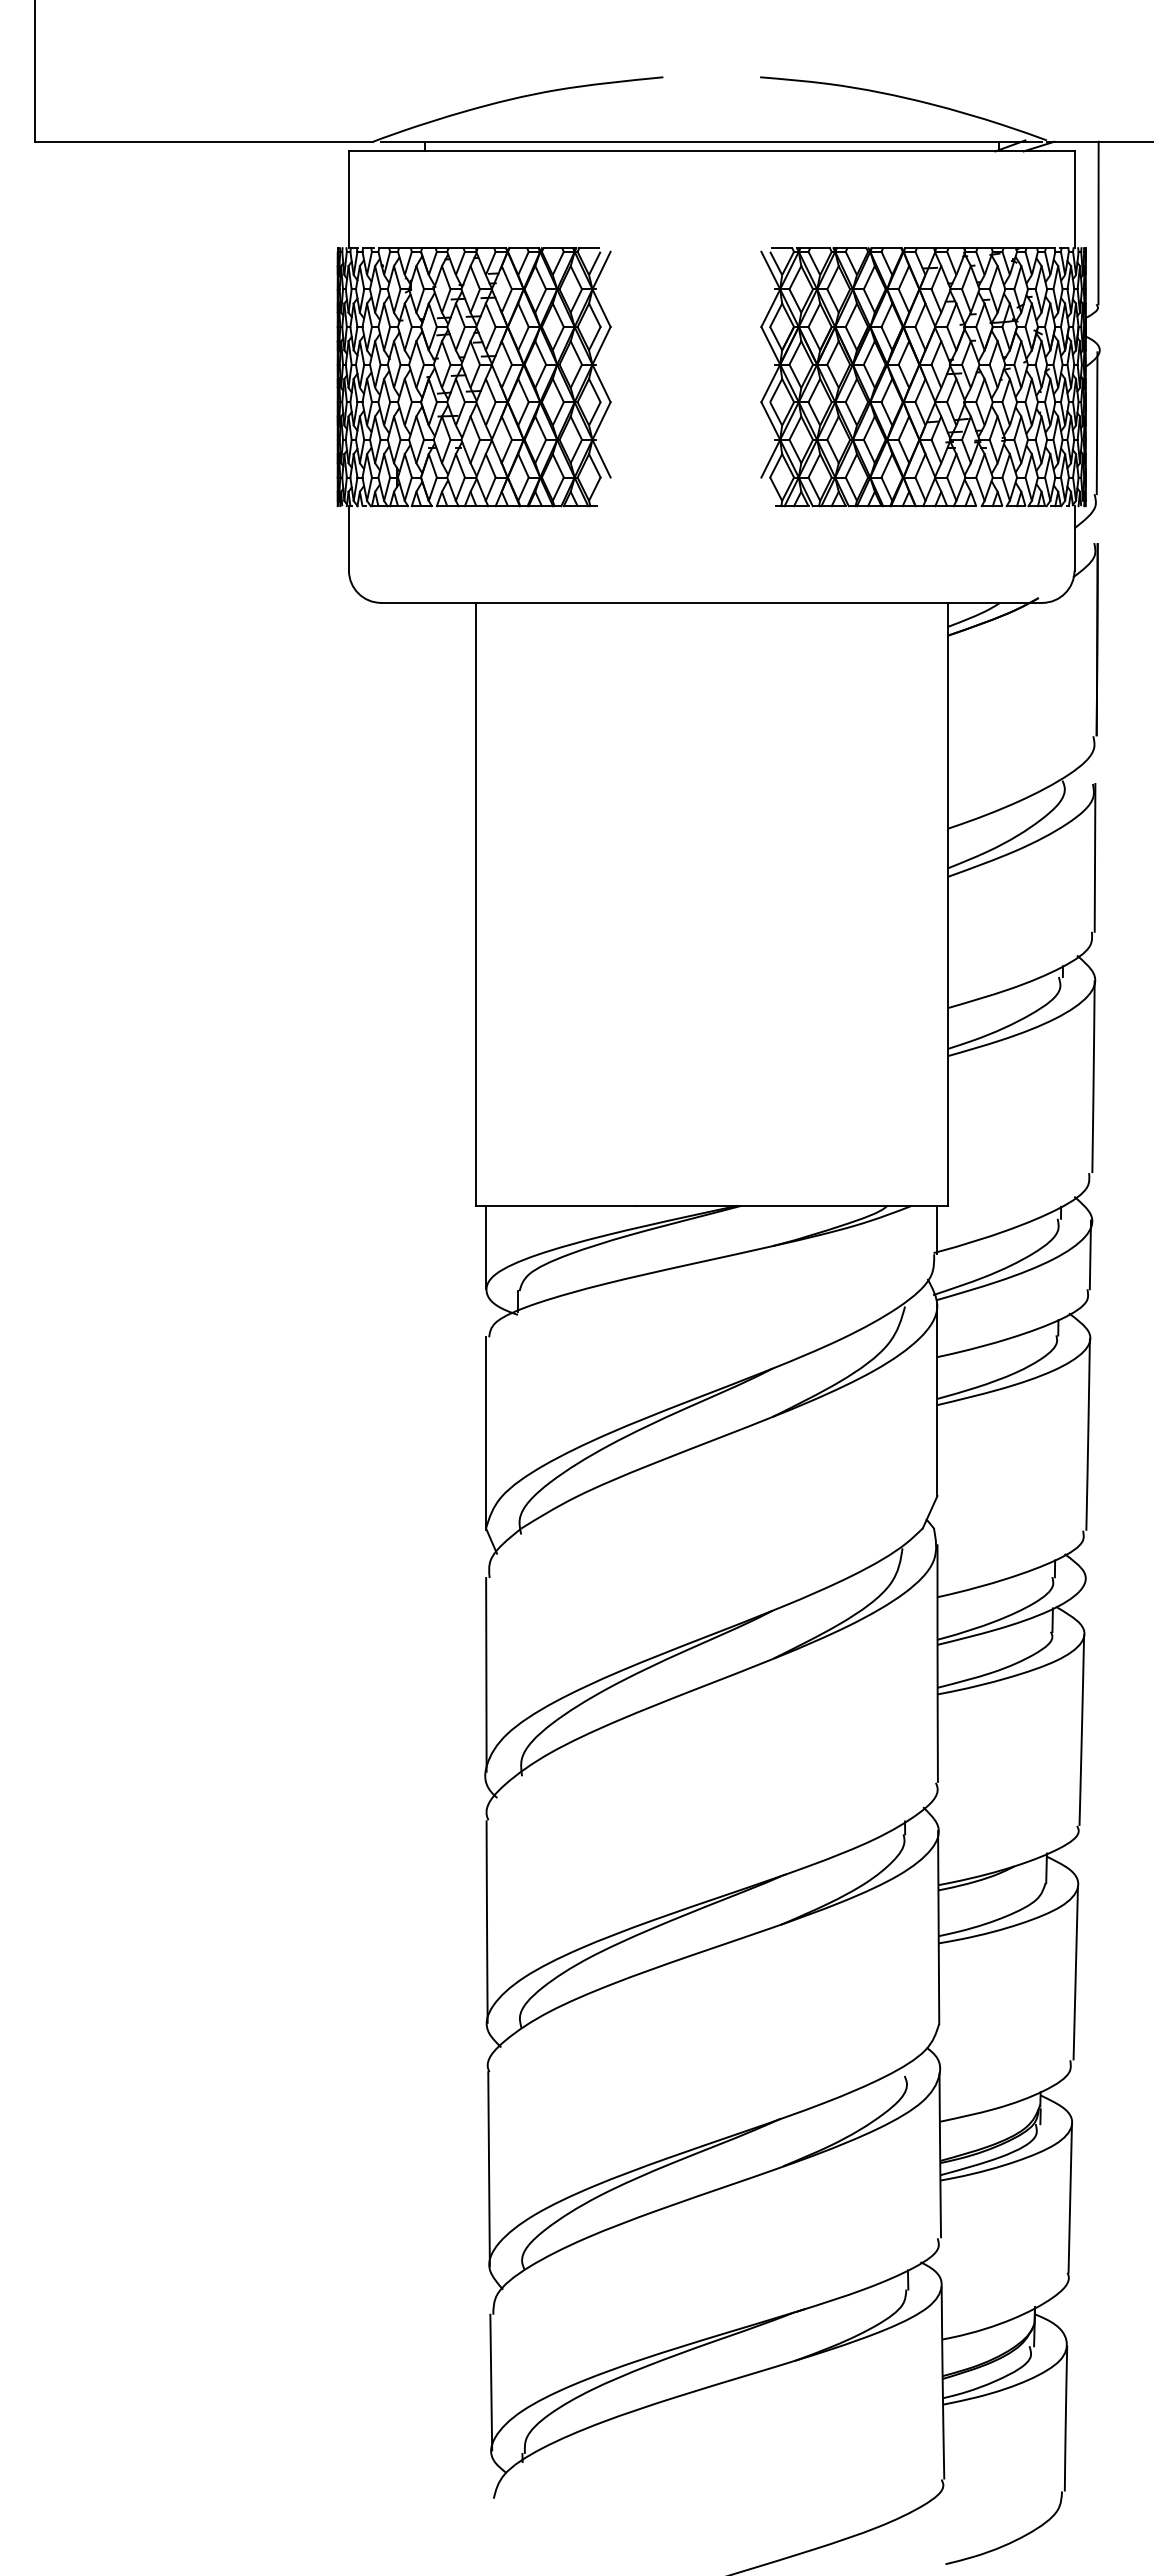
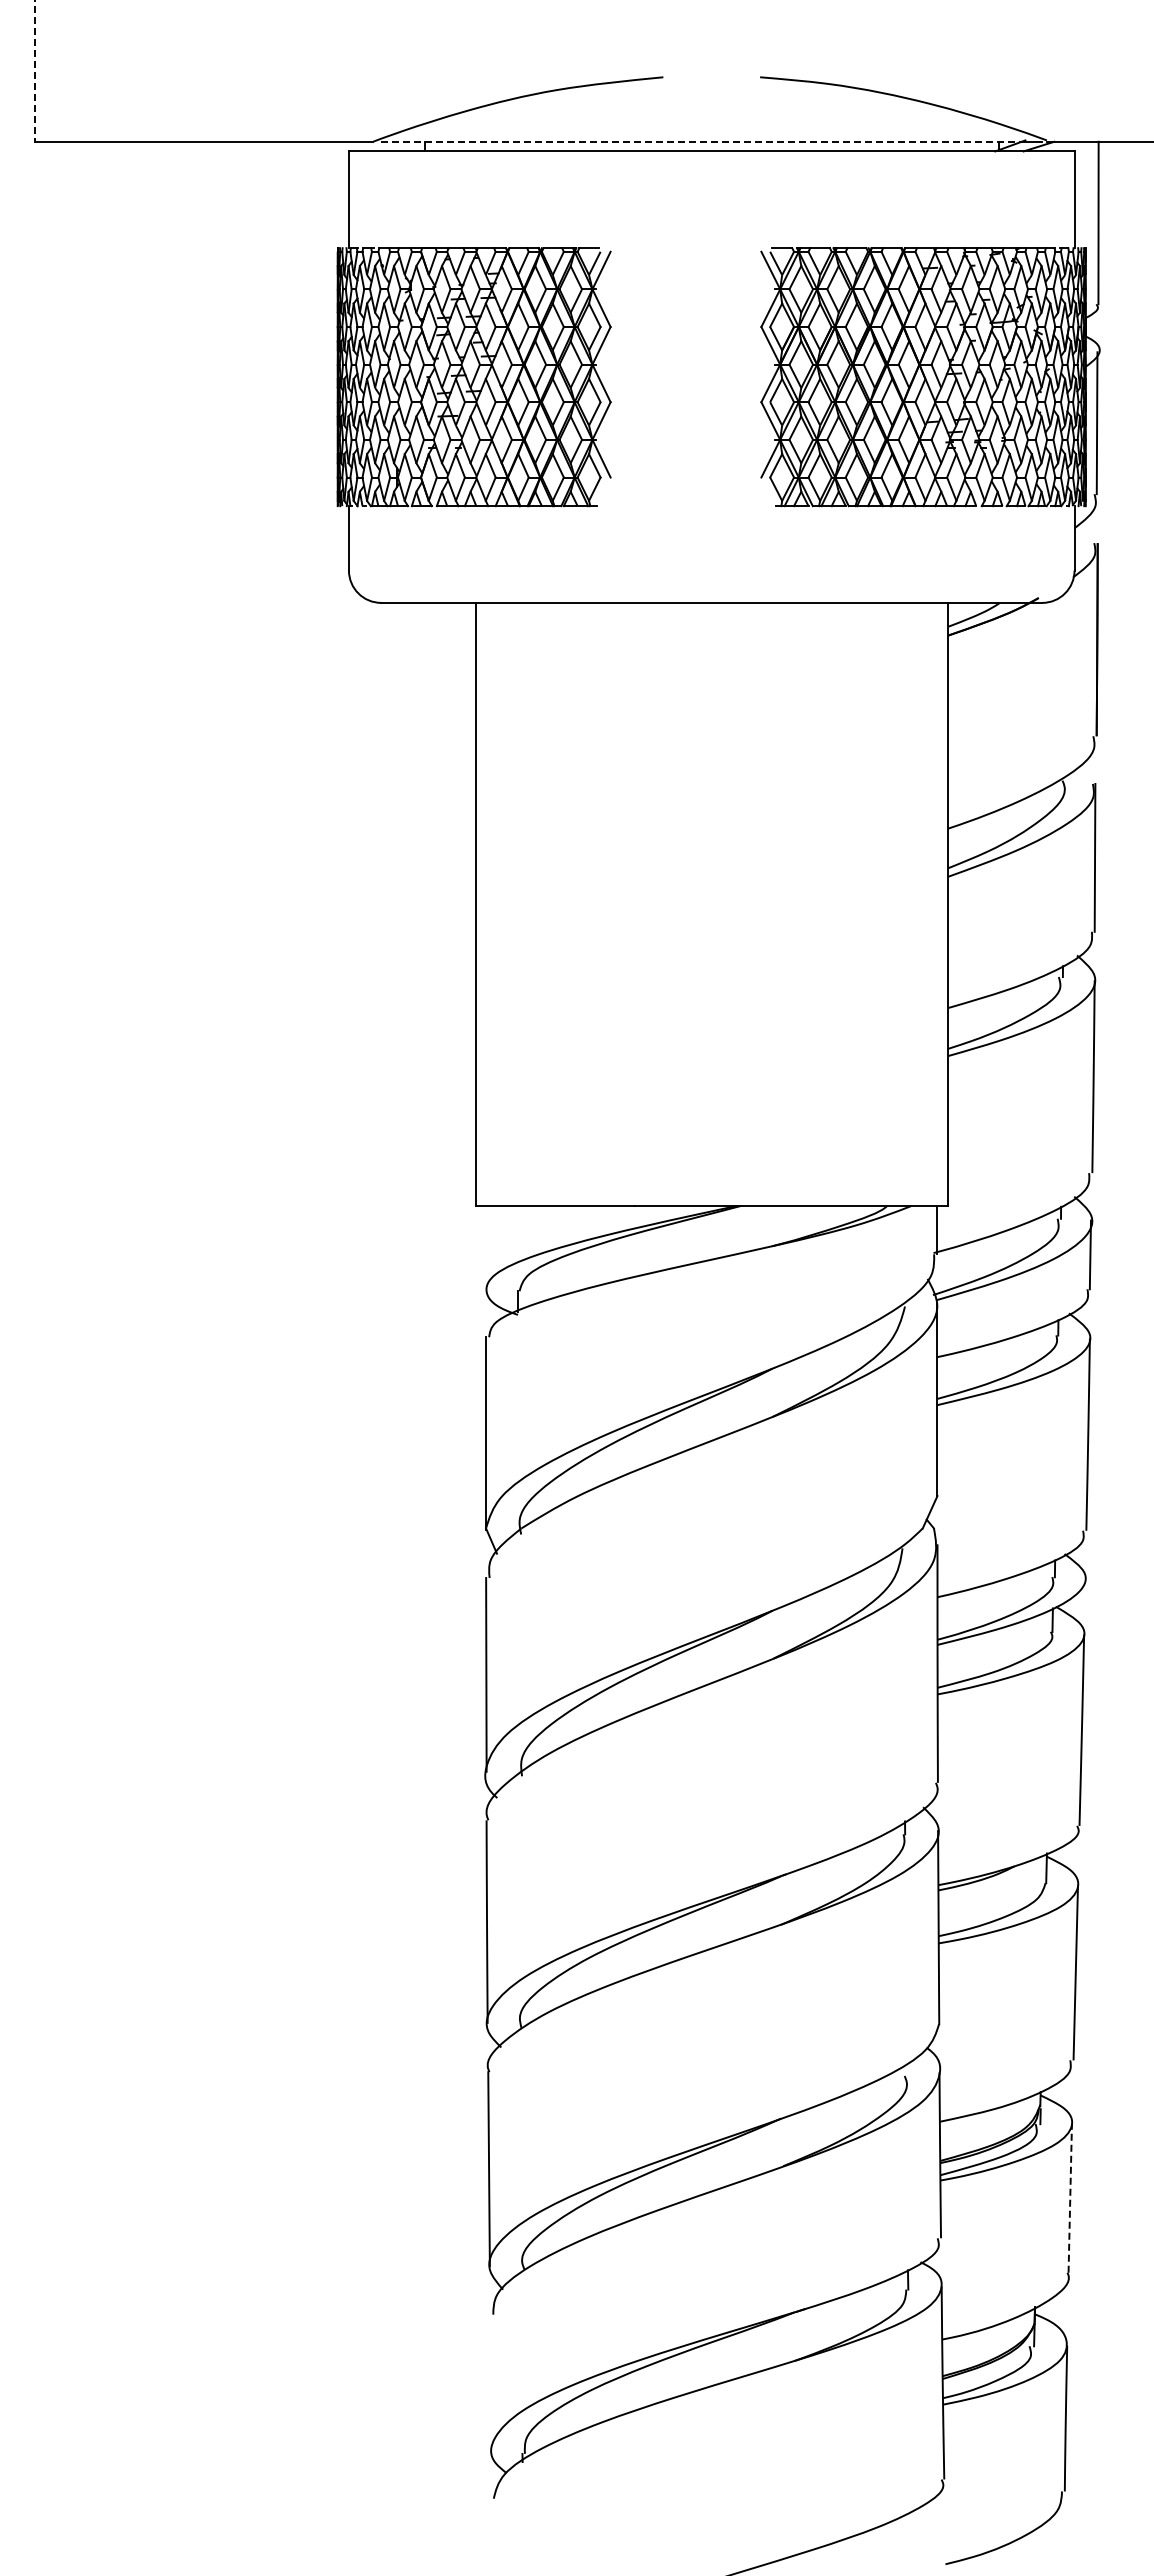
line at (34, 70): solid -> dashed
line at (703, 141): solid -> dashed
line at (486, 1246): present -> none
line at (1070, 2198): solid -> dashed
line at (491, 2382): present -> none
